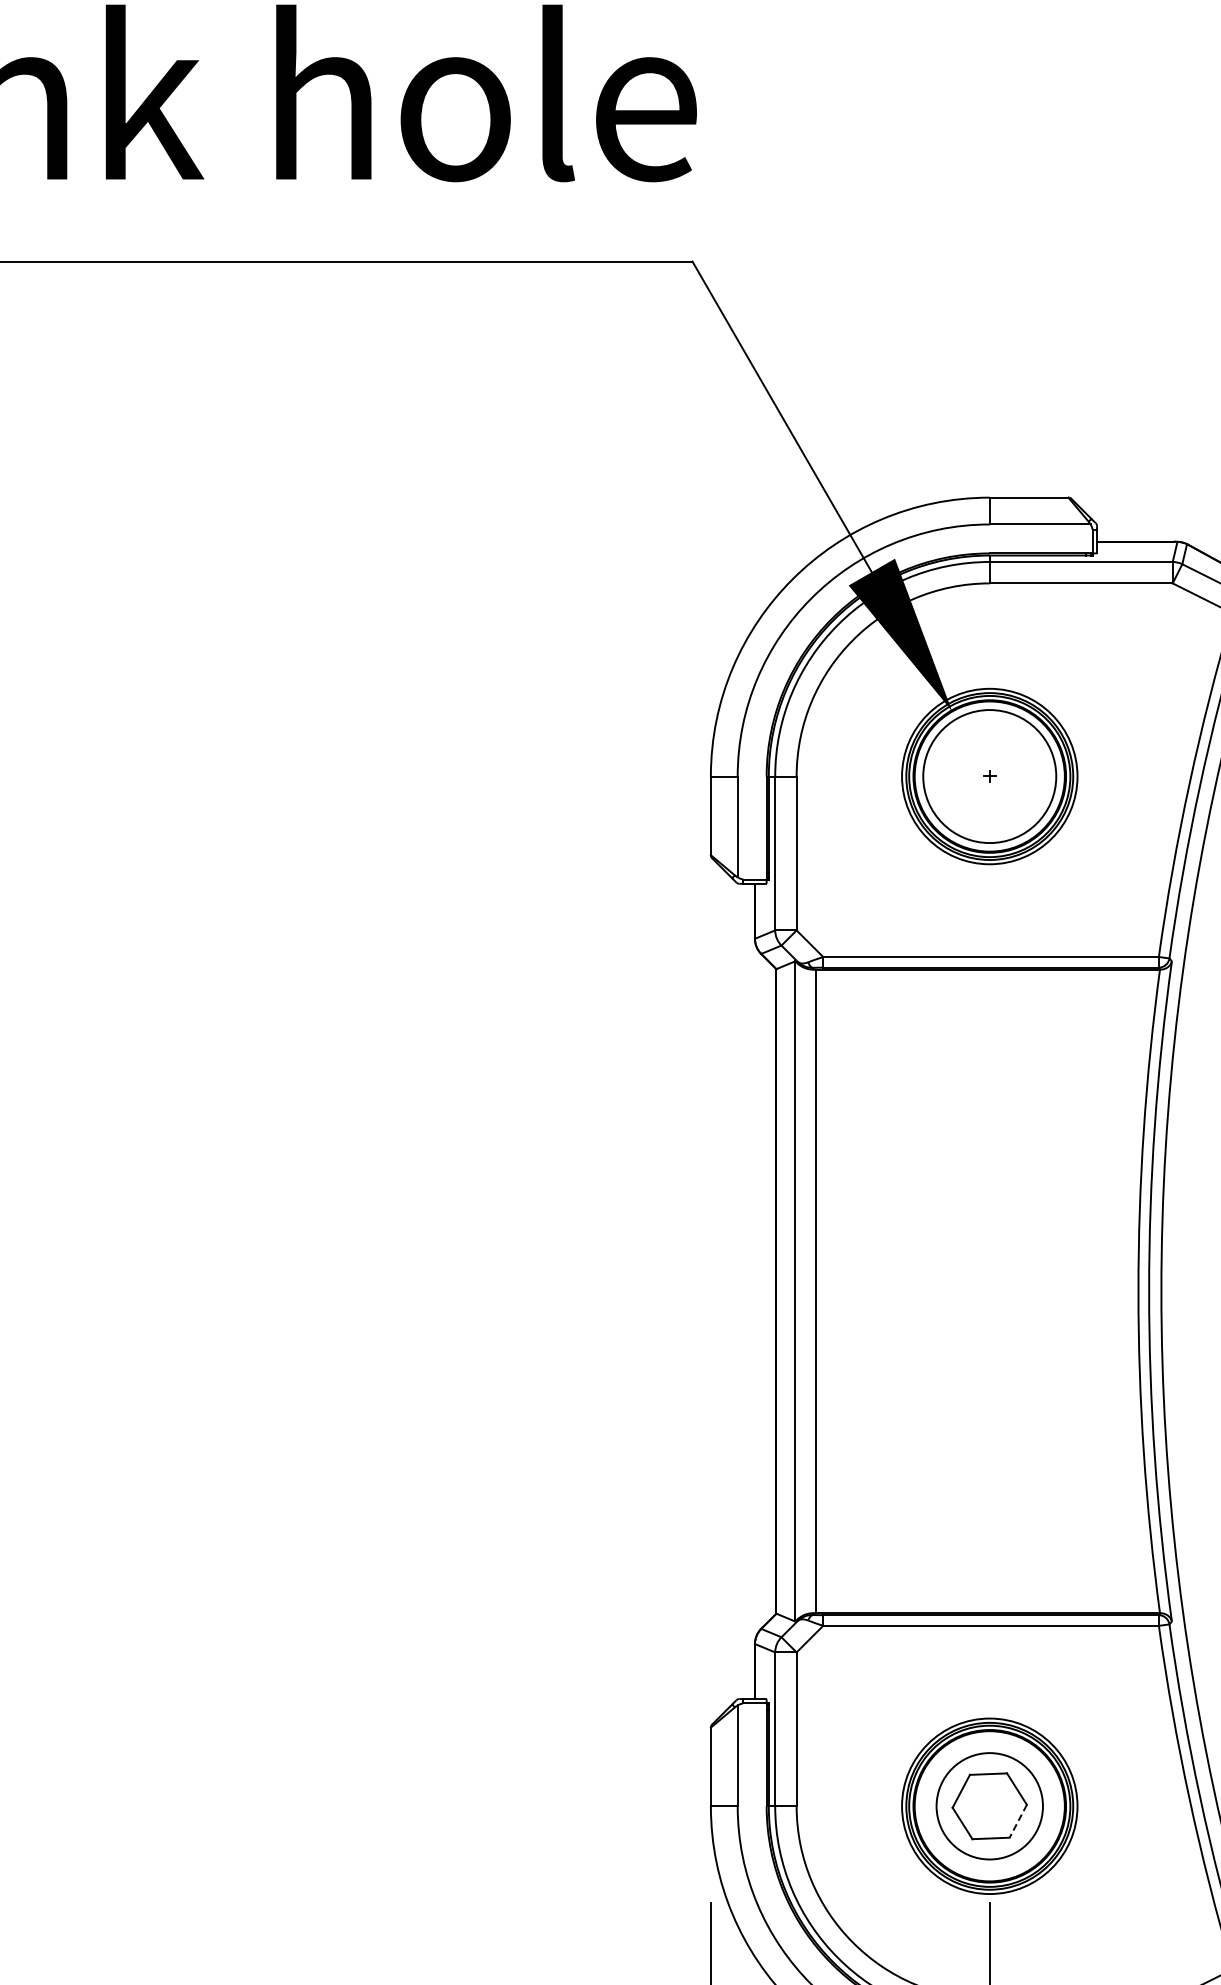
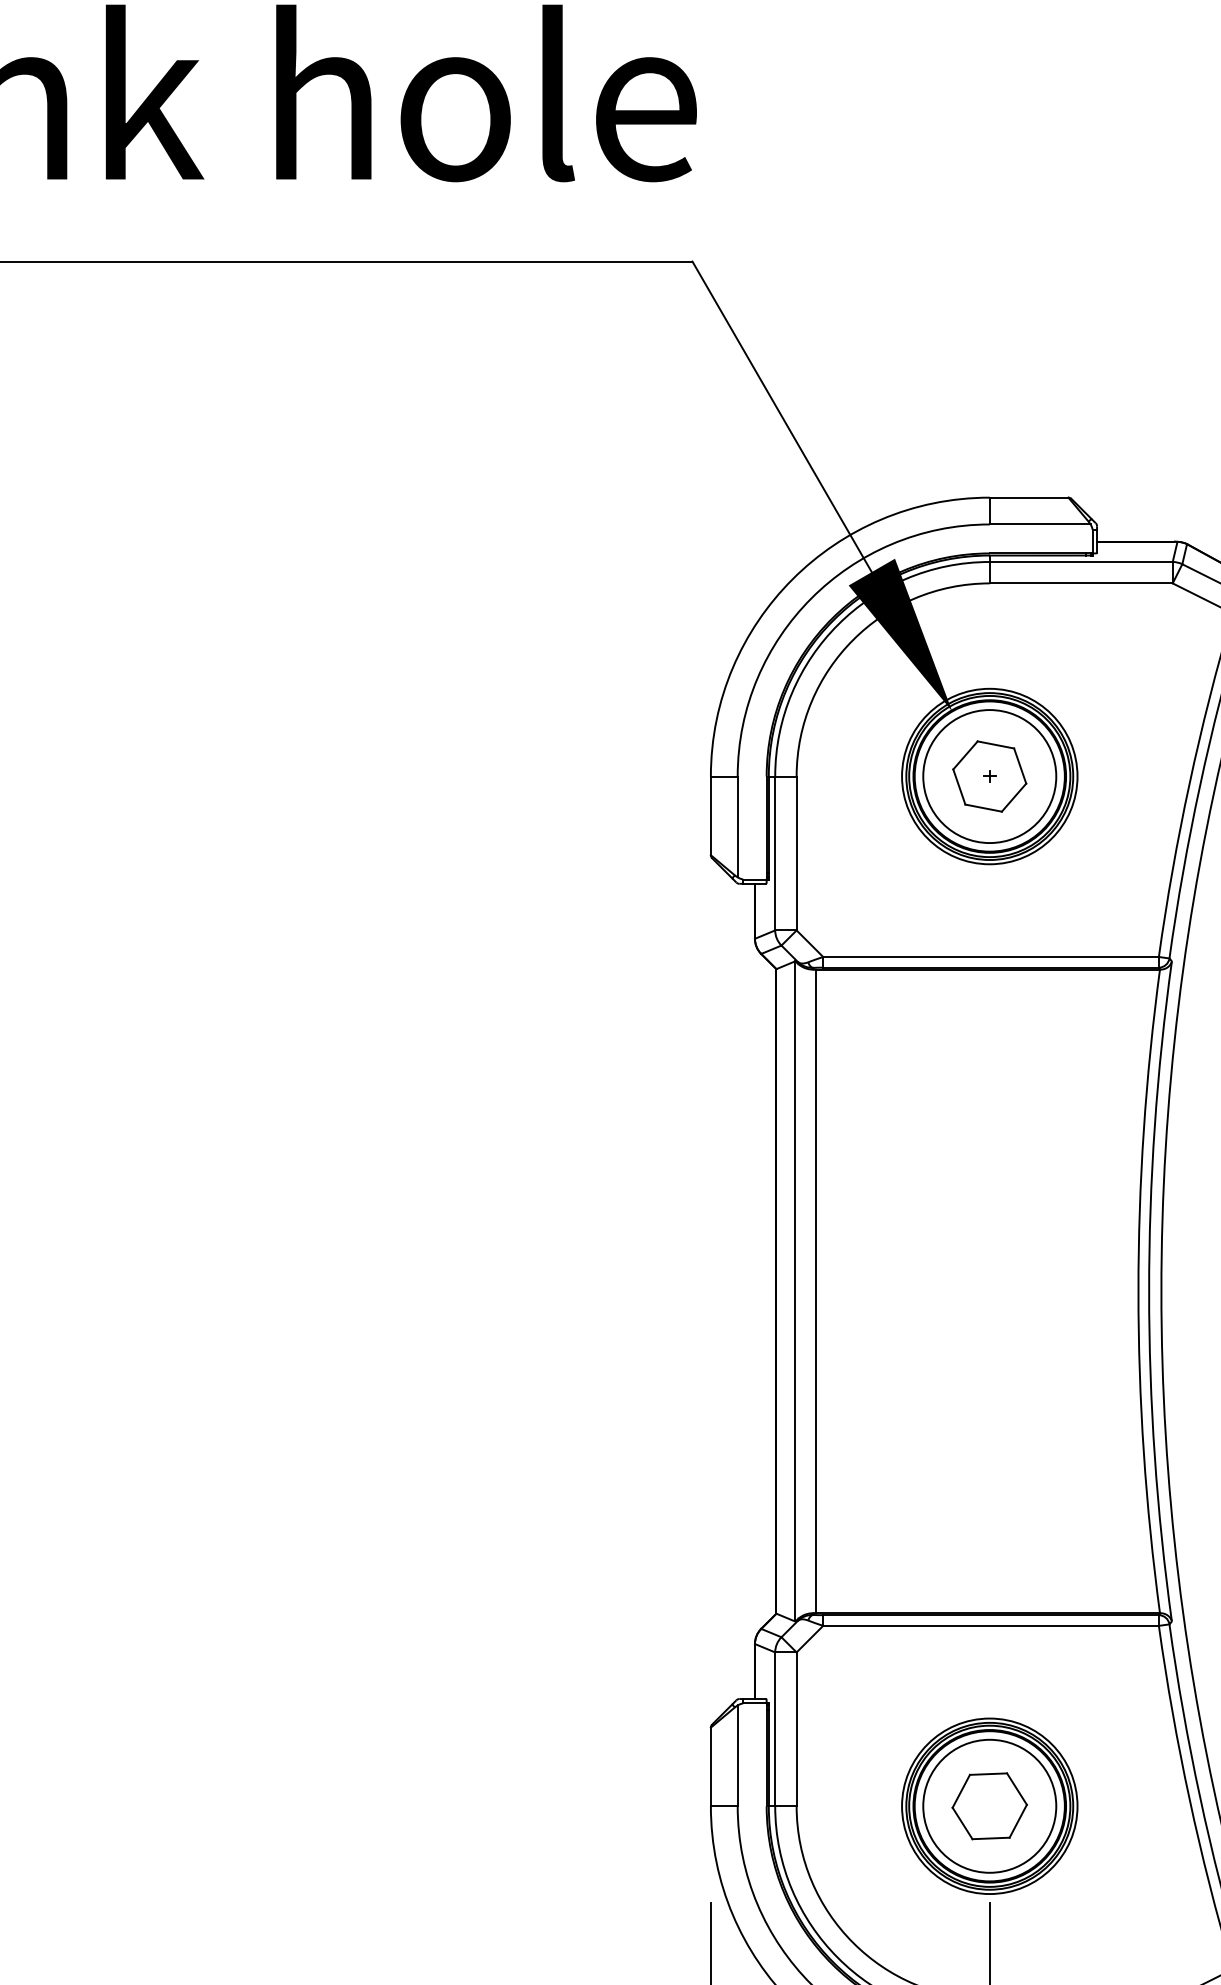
part at (989, 776): none -> present
circle at (989, 1806) diameter: 106 px -> 133 px
line at (1018, 1821): dashed -> solid
